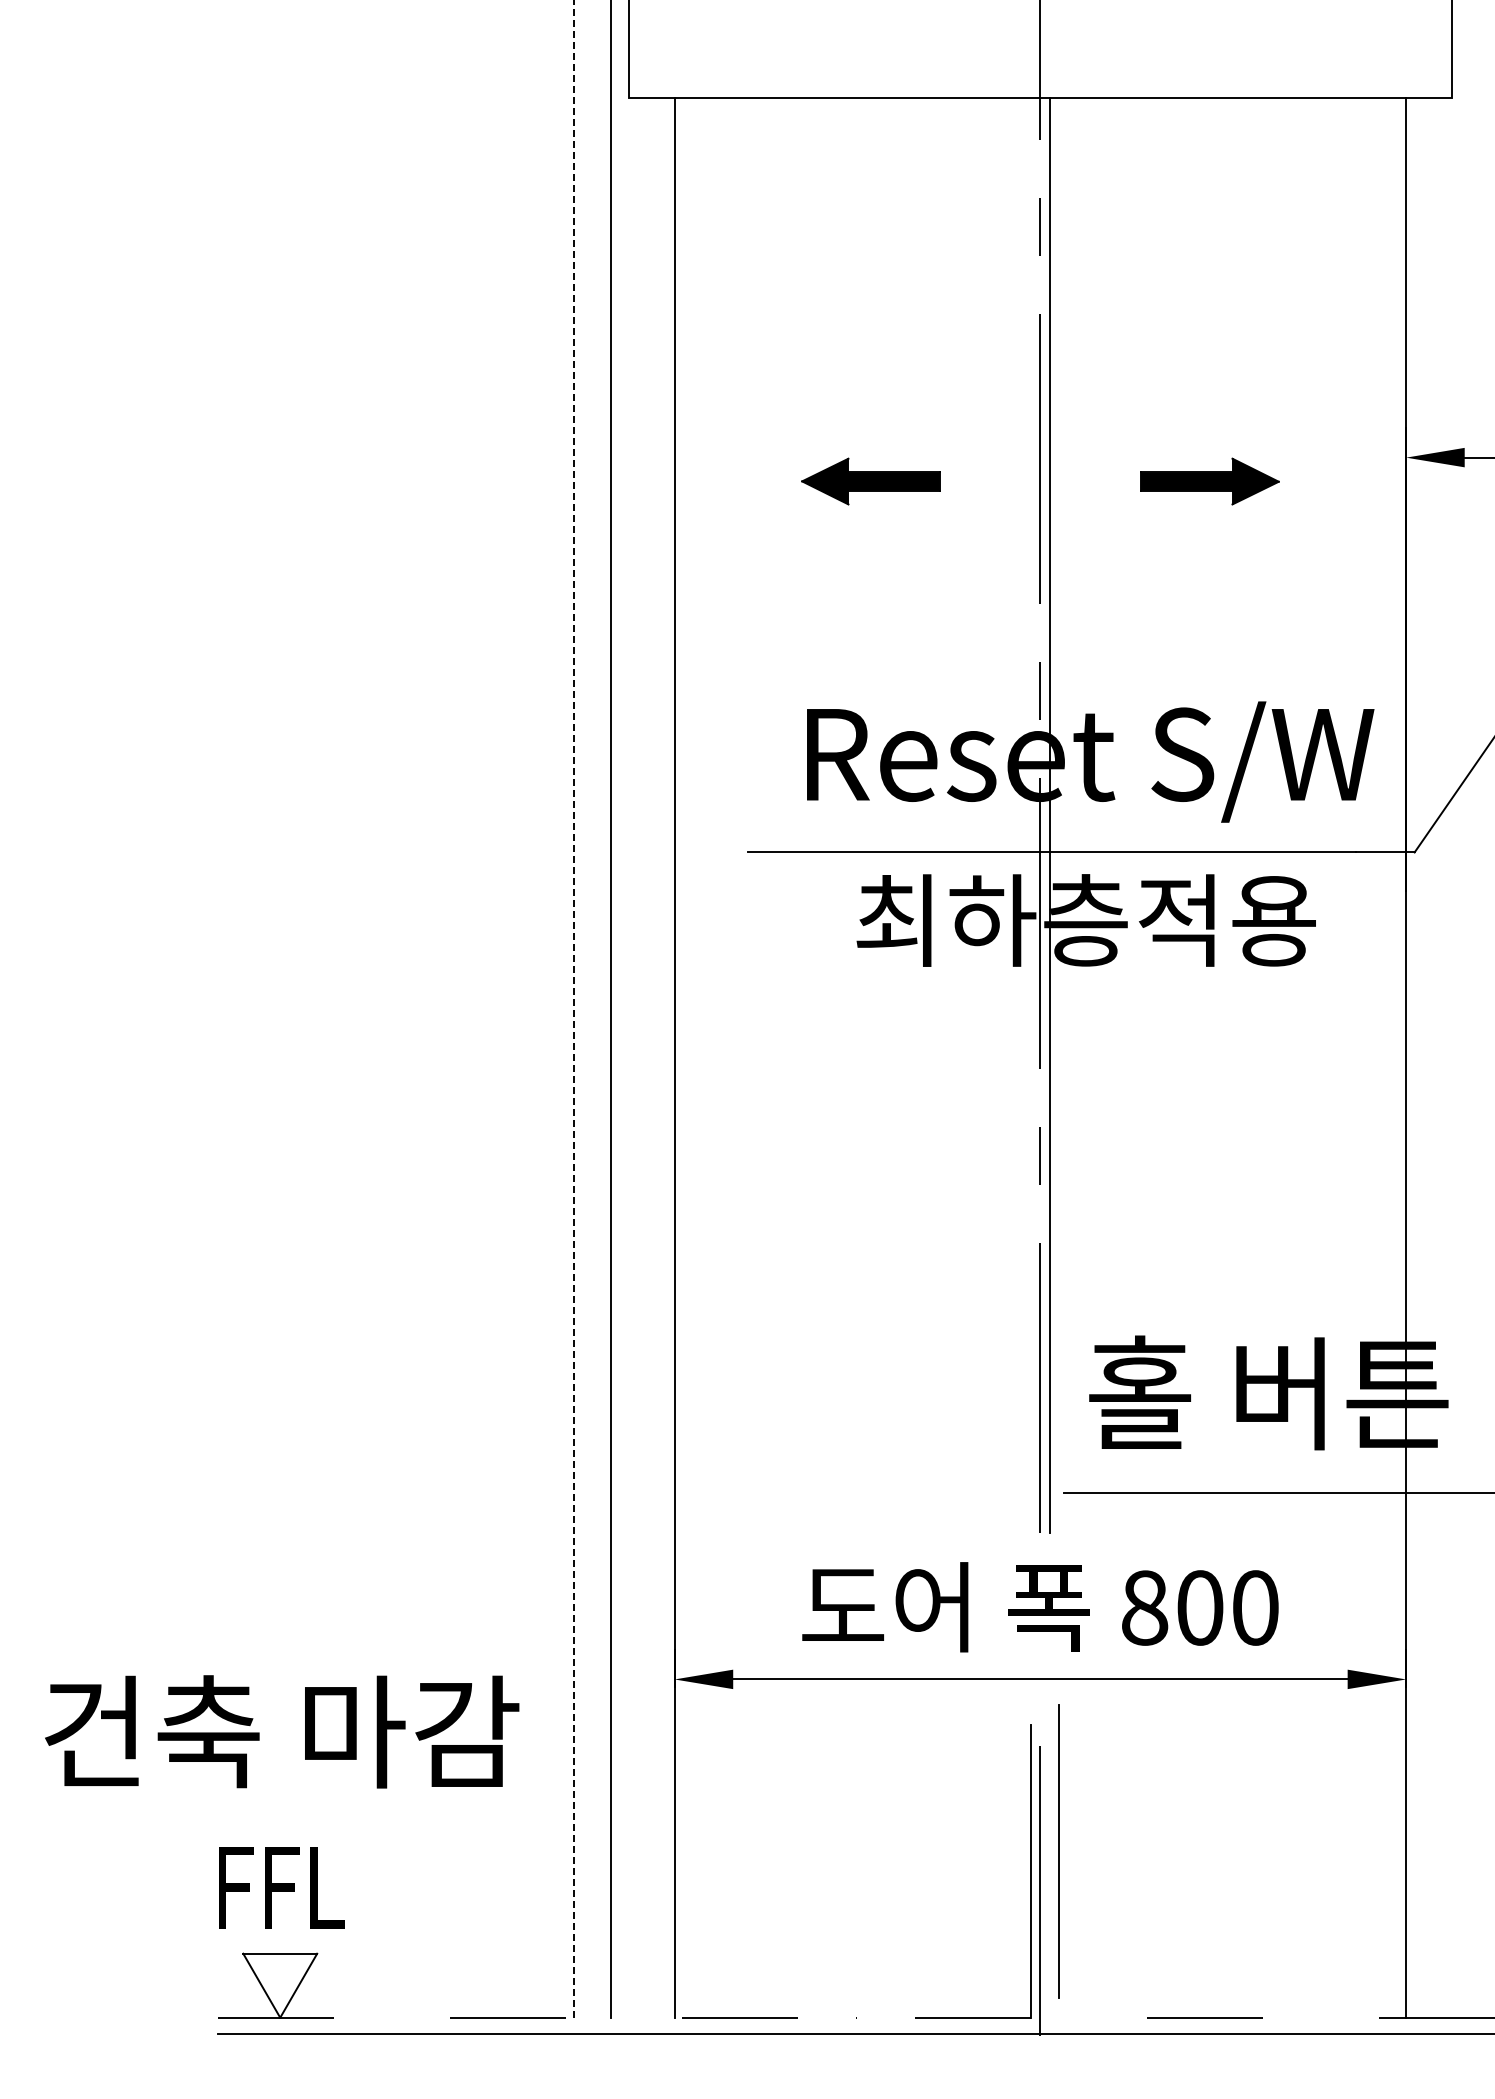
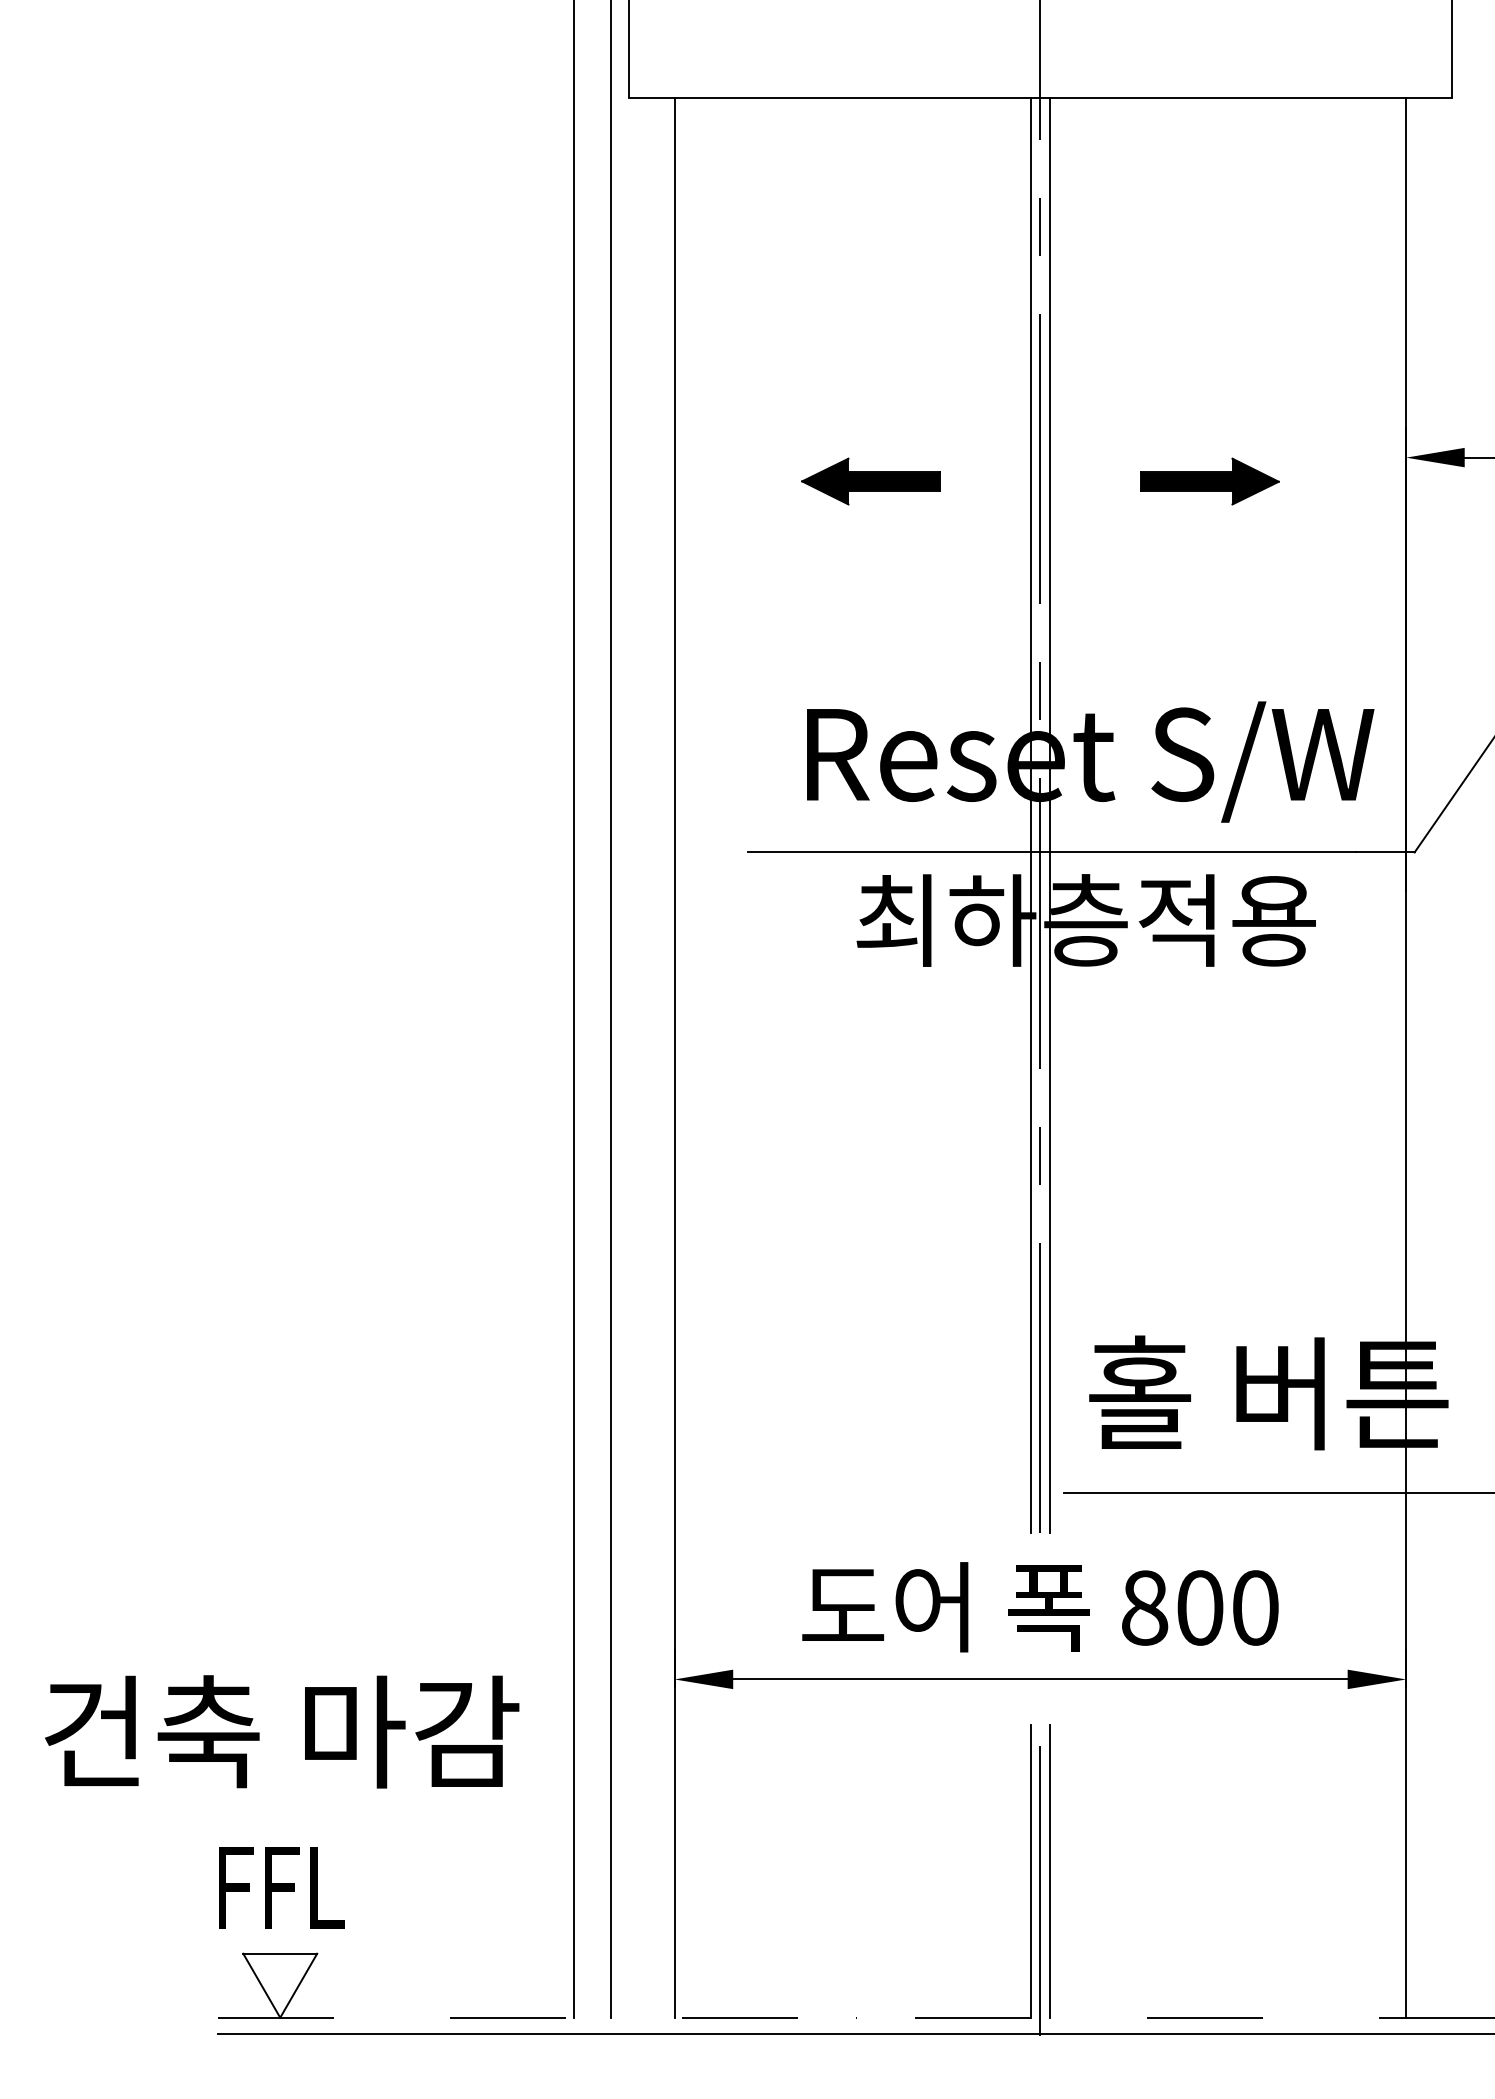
line at (1031, 815): none -> present
line at (574, 1008): dashed -> solid
line at (1058, 1851) position: (1058, 1851) -> (1049, 1871)
